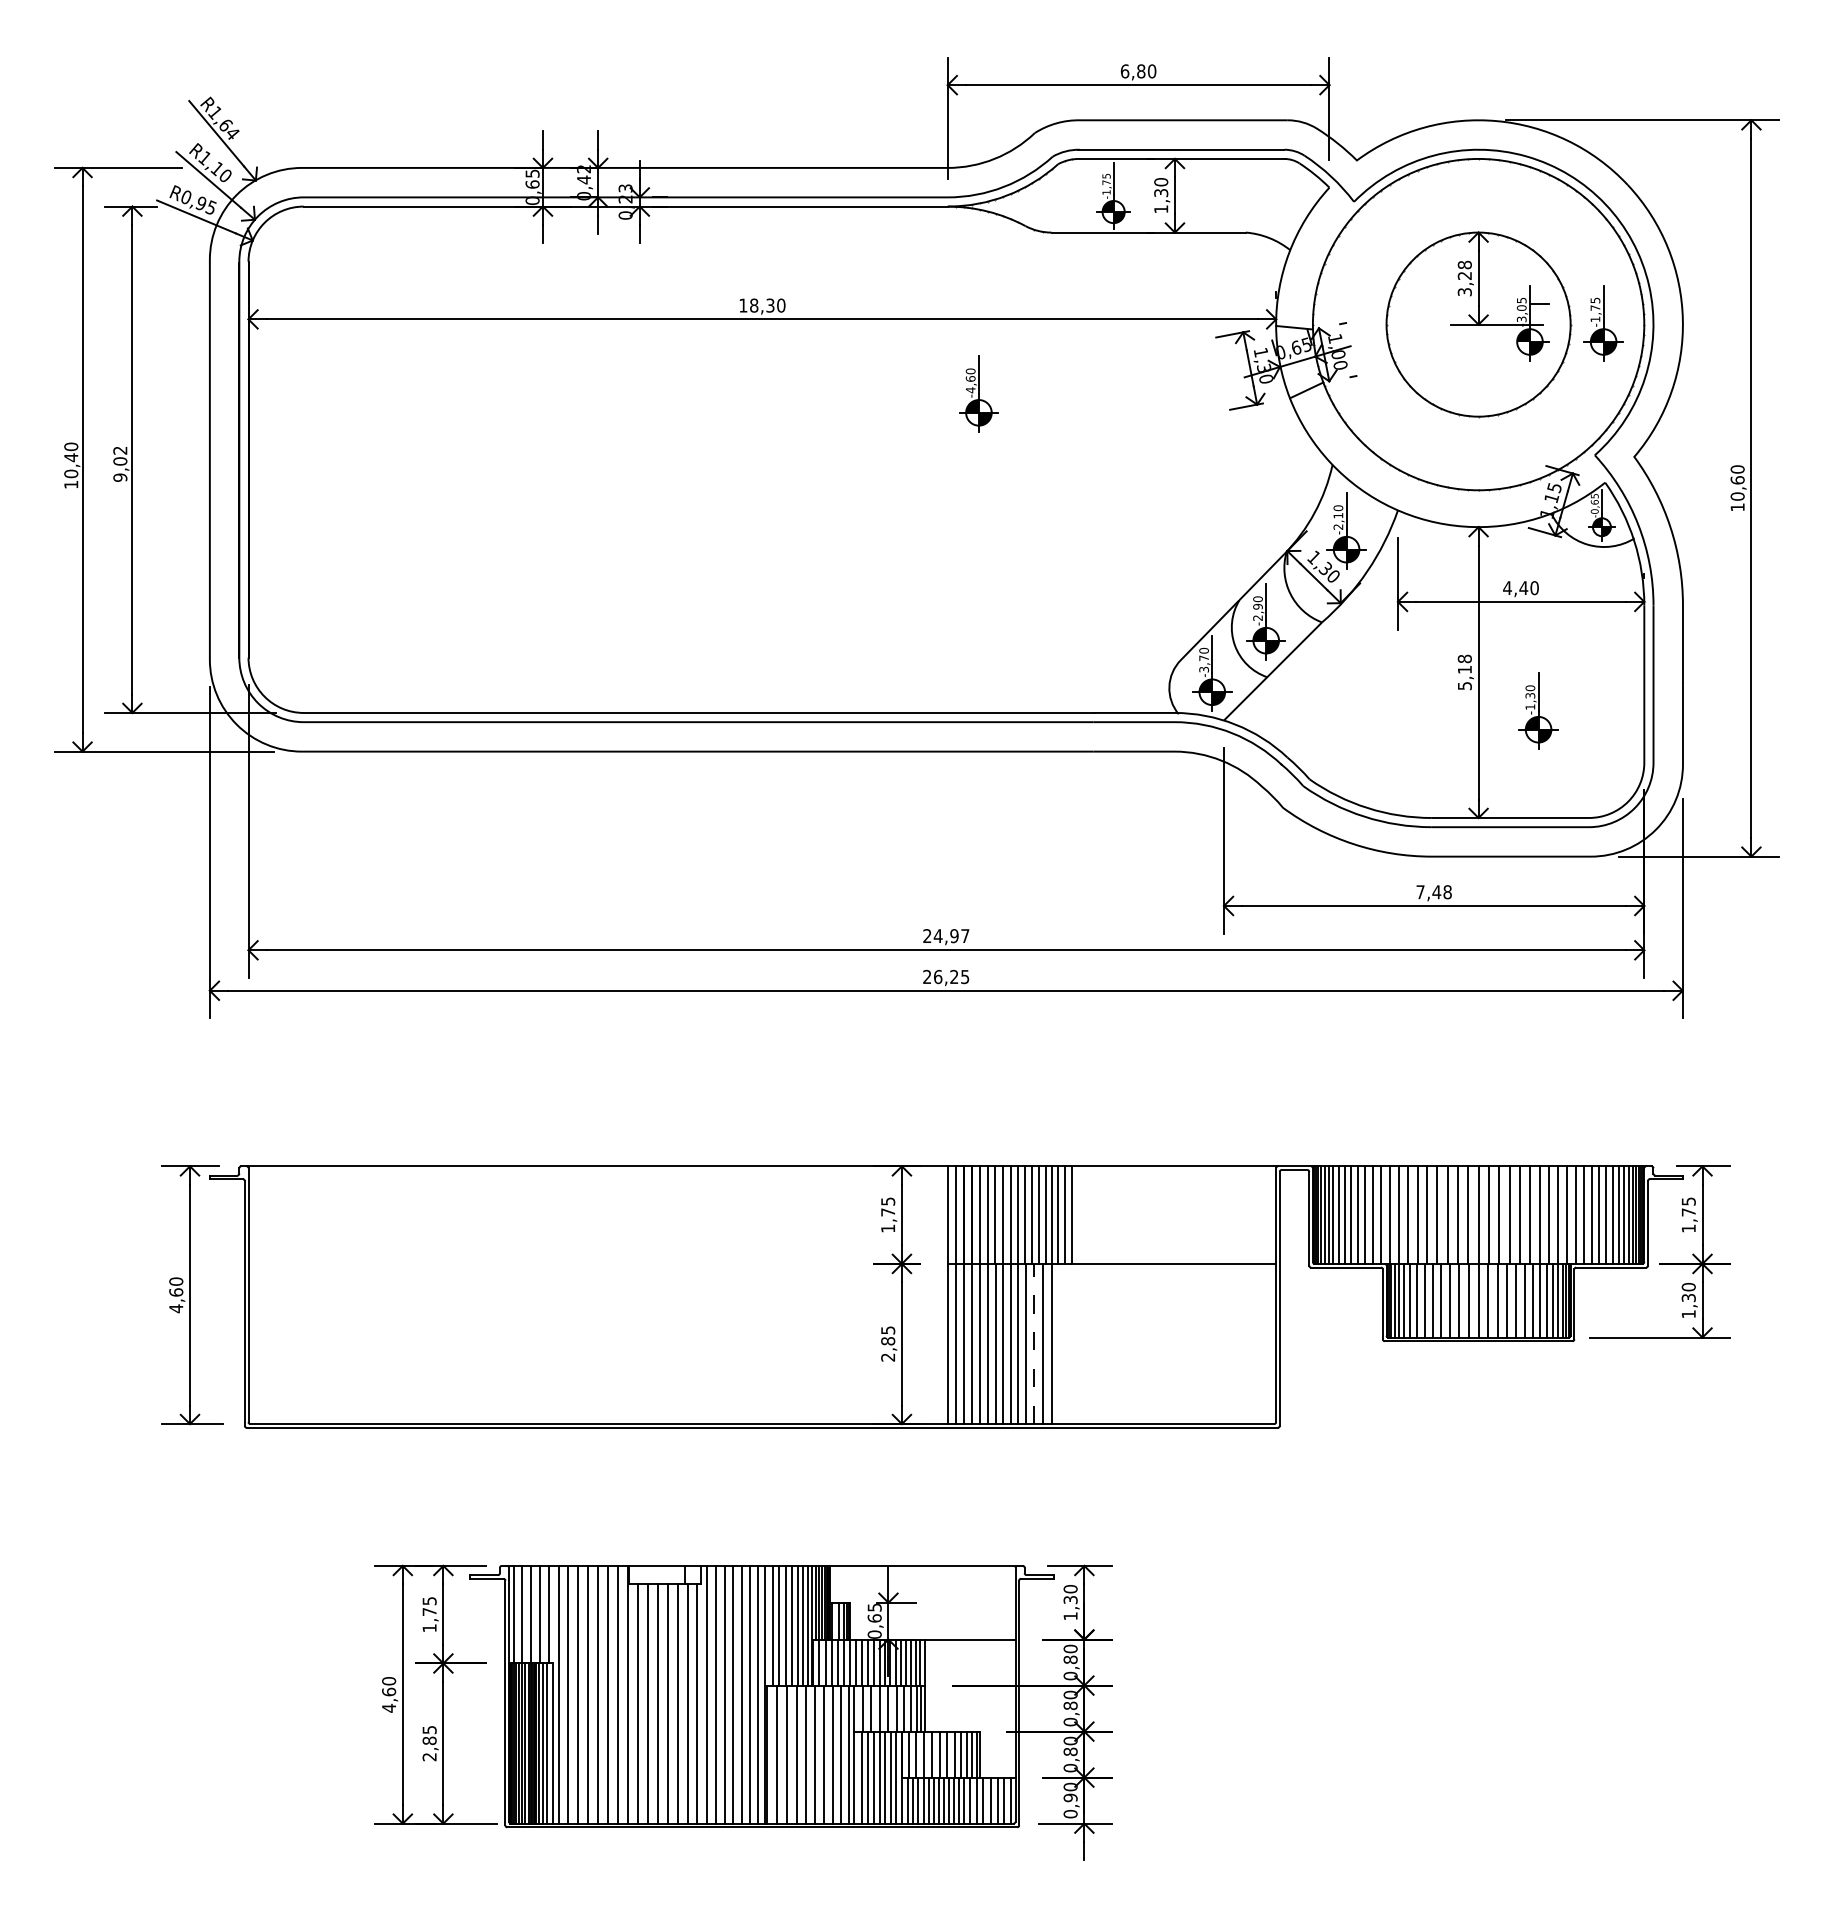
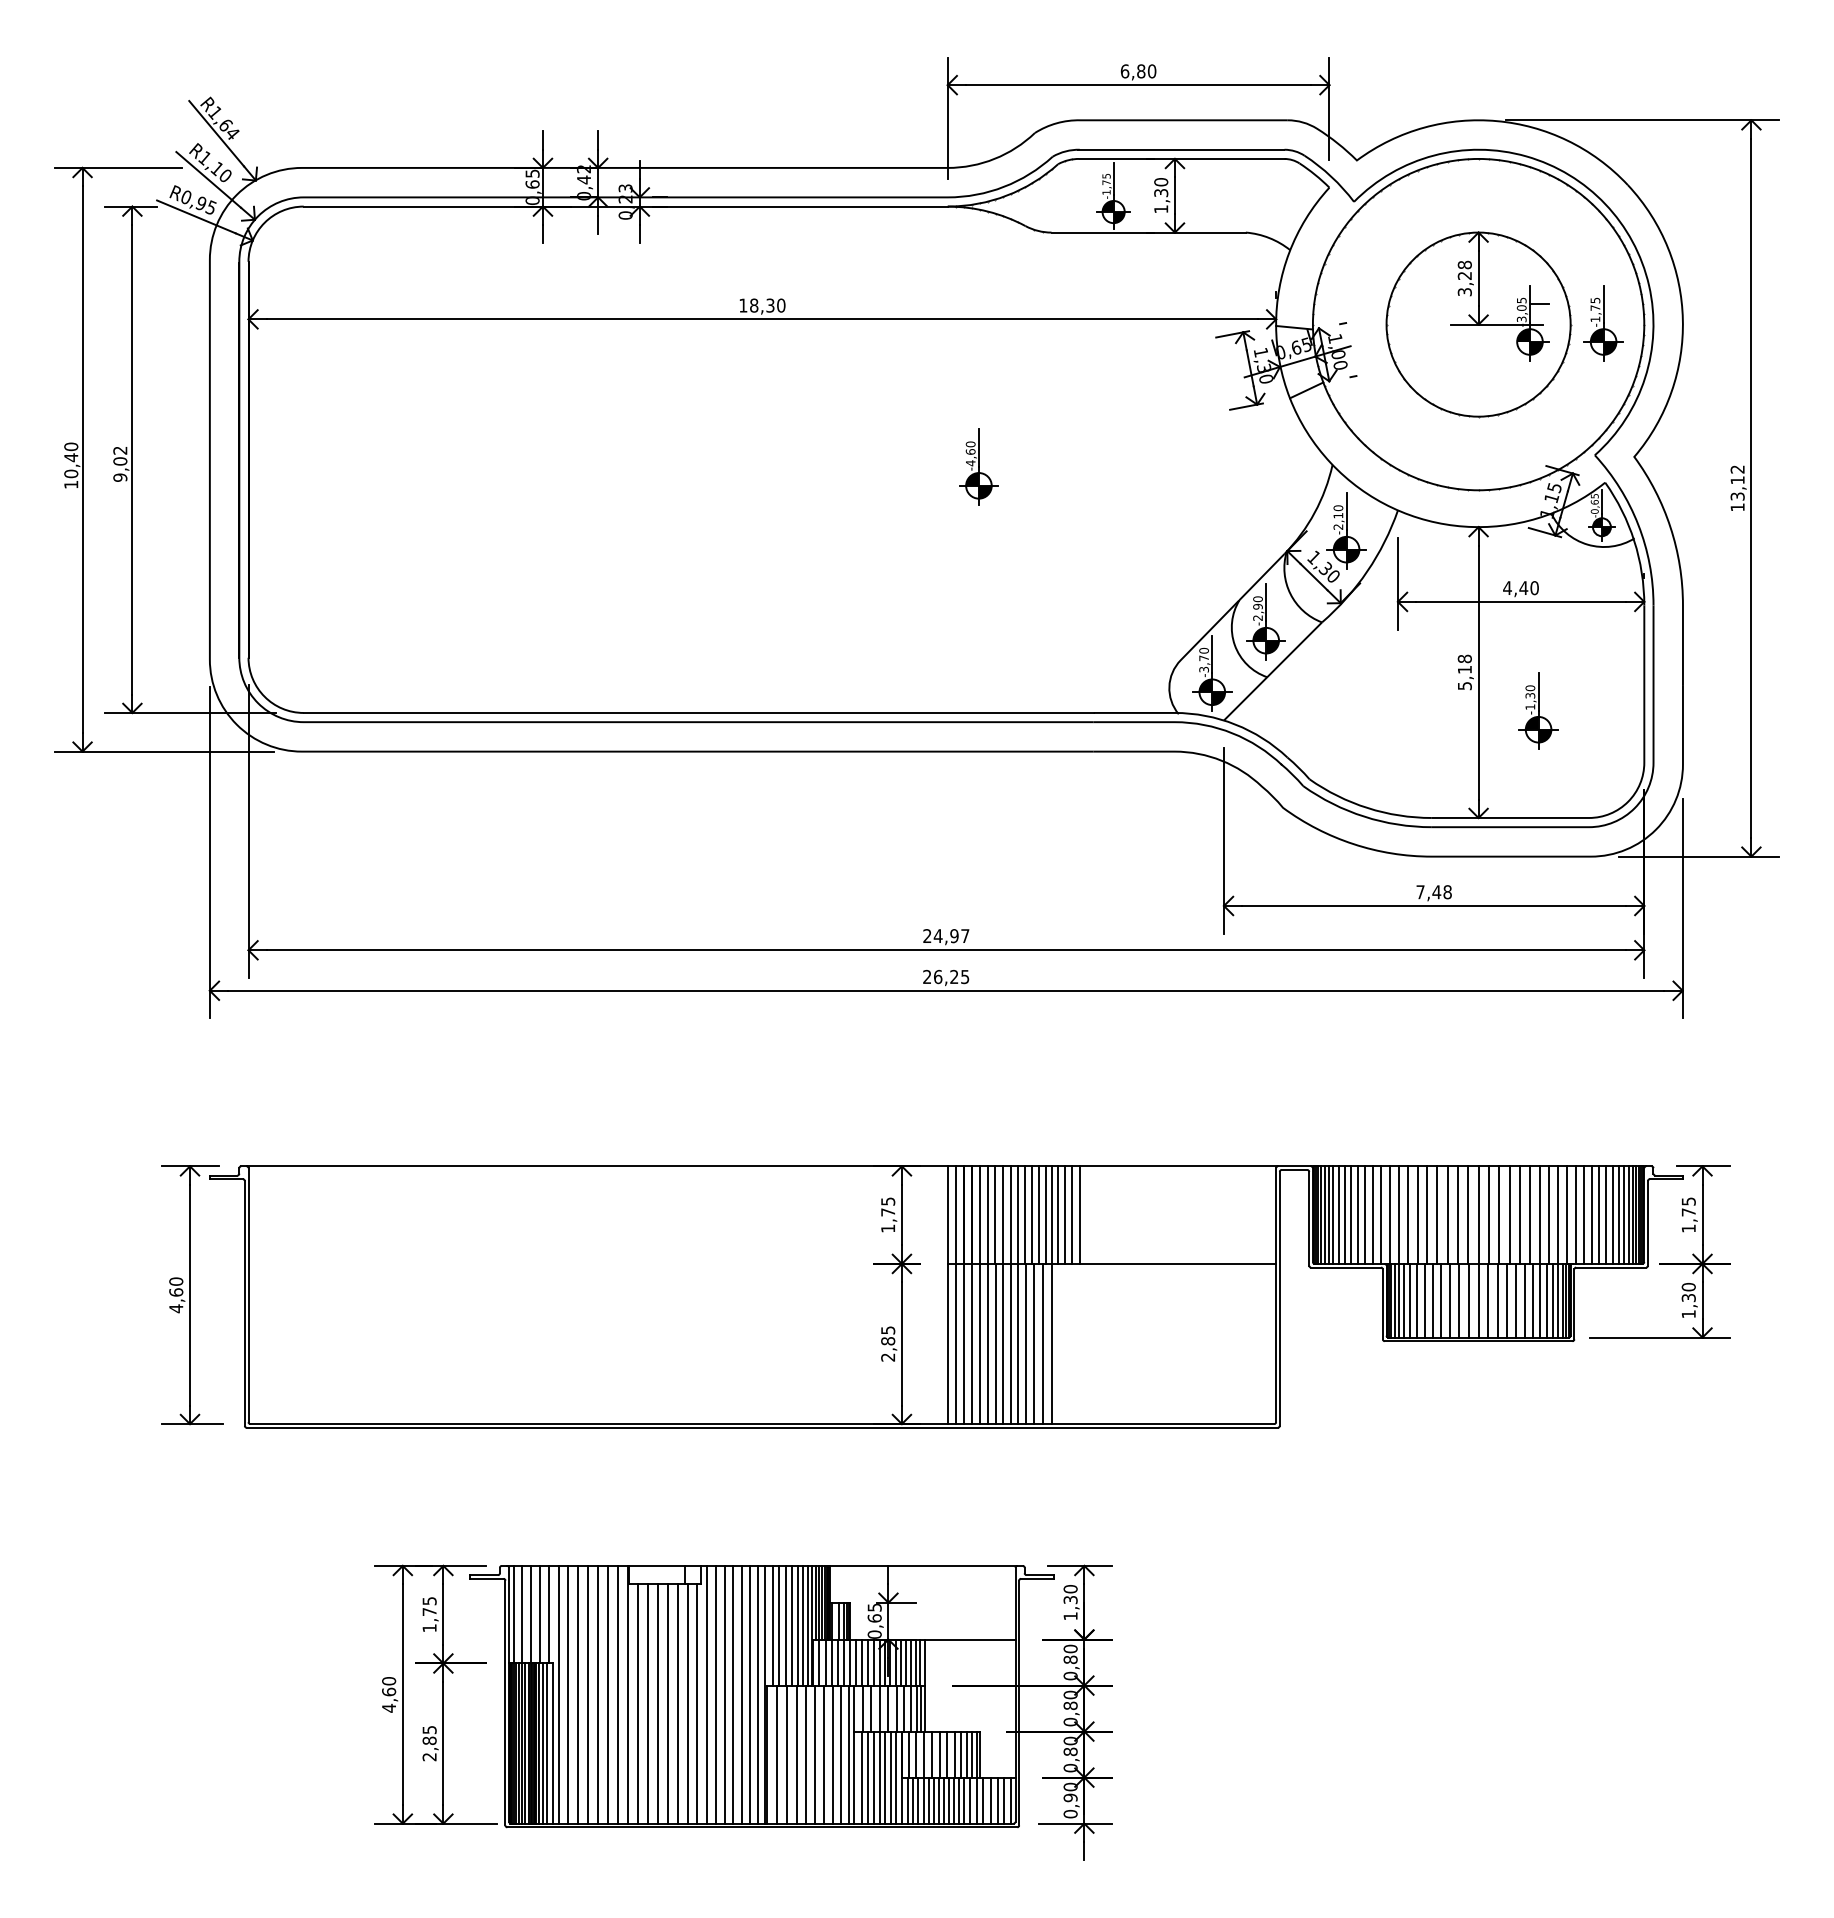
part at (978, 393) position: (978, 393) -> (978, 466)
text at (1737, 482): 10,60 -> 13,12
line at (1079, 1214): none -> present
line at (1033, 1343): dashed -> solid
